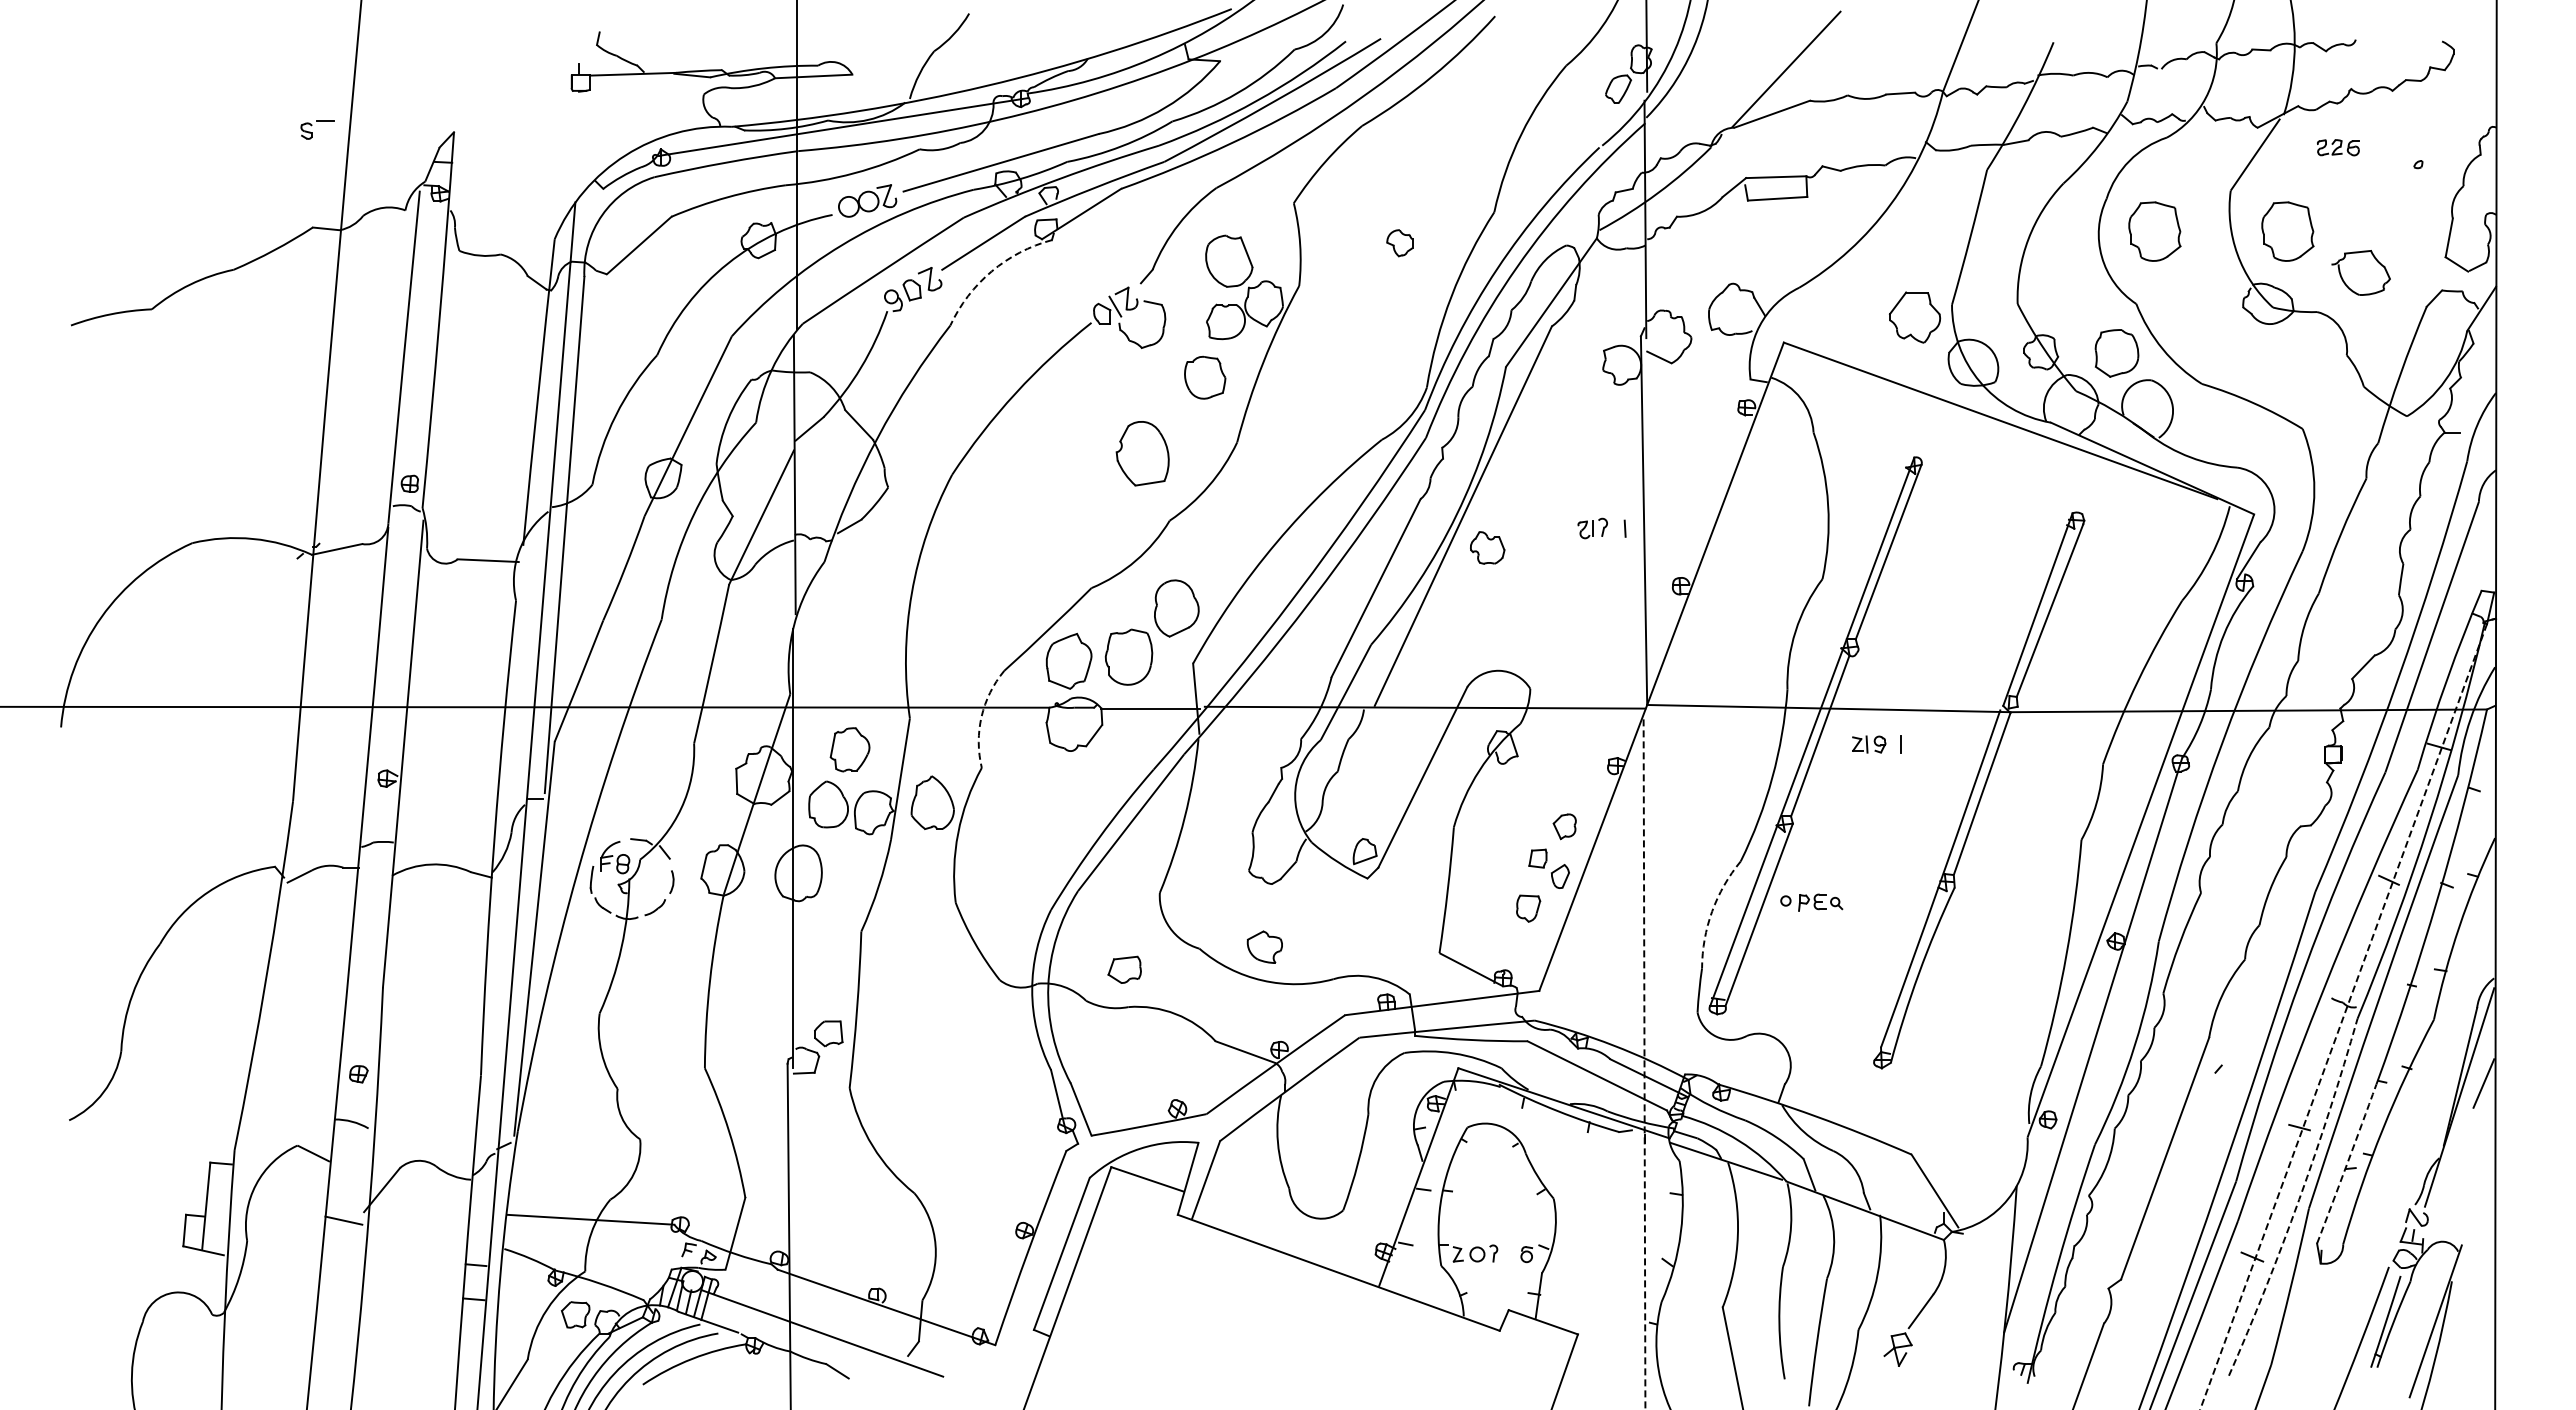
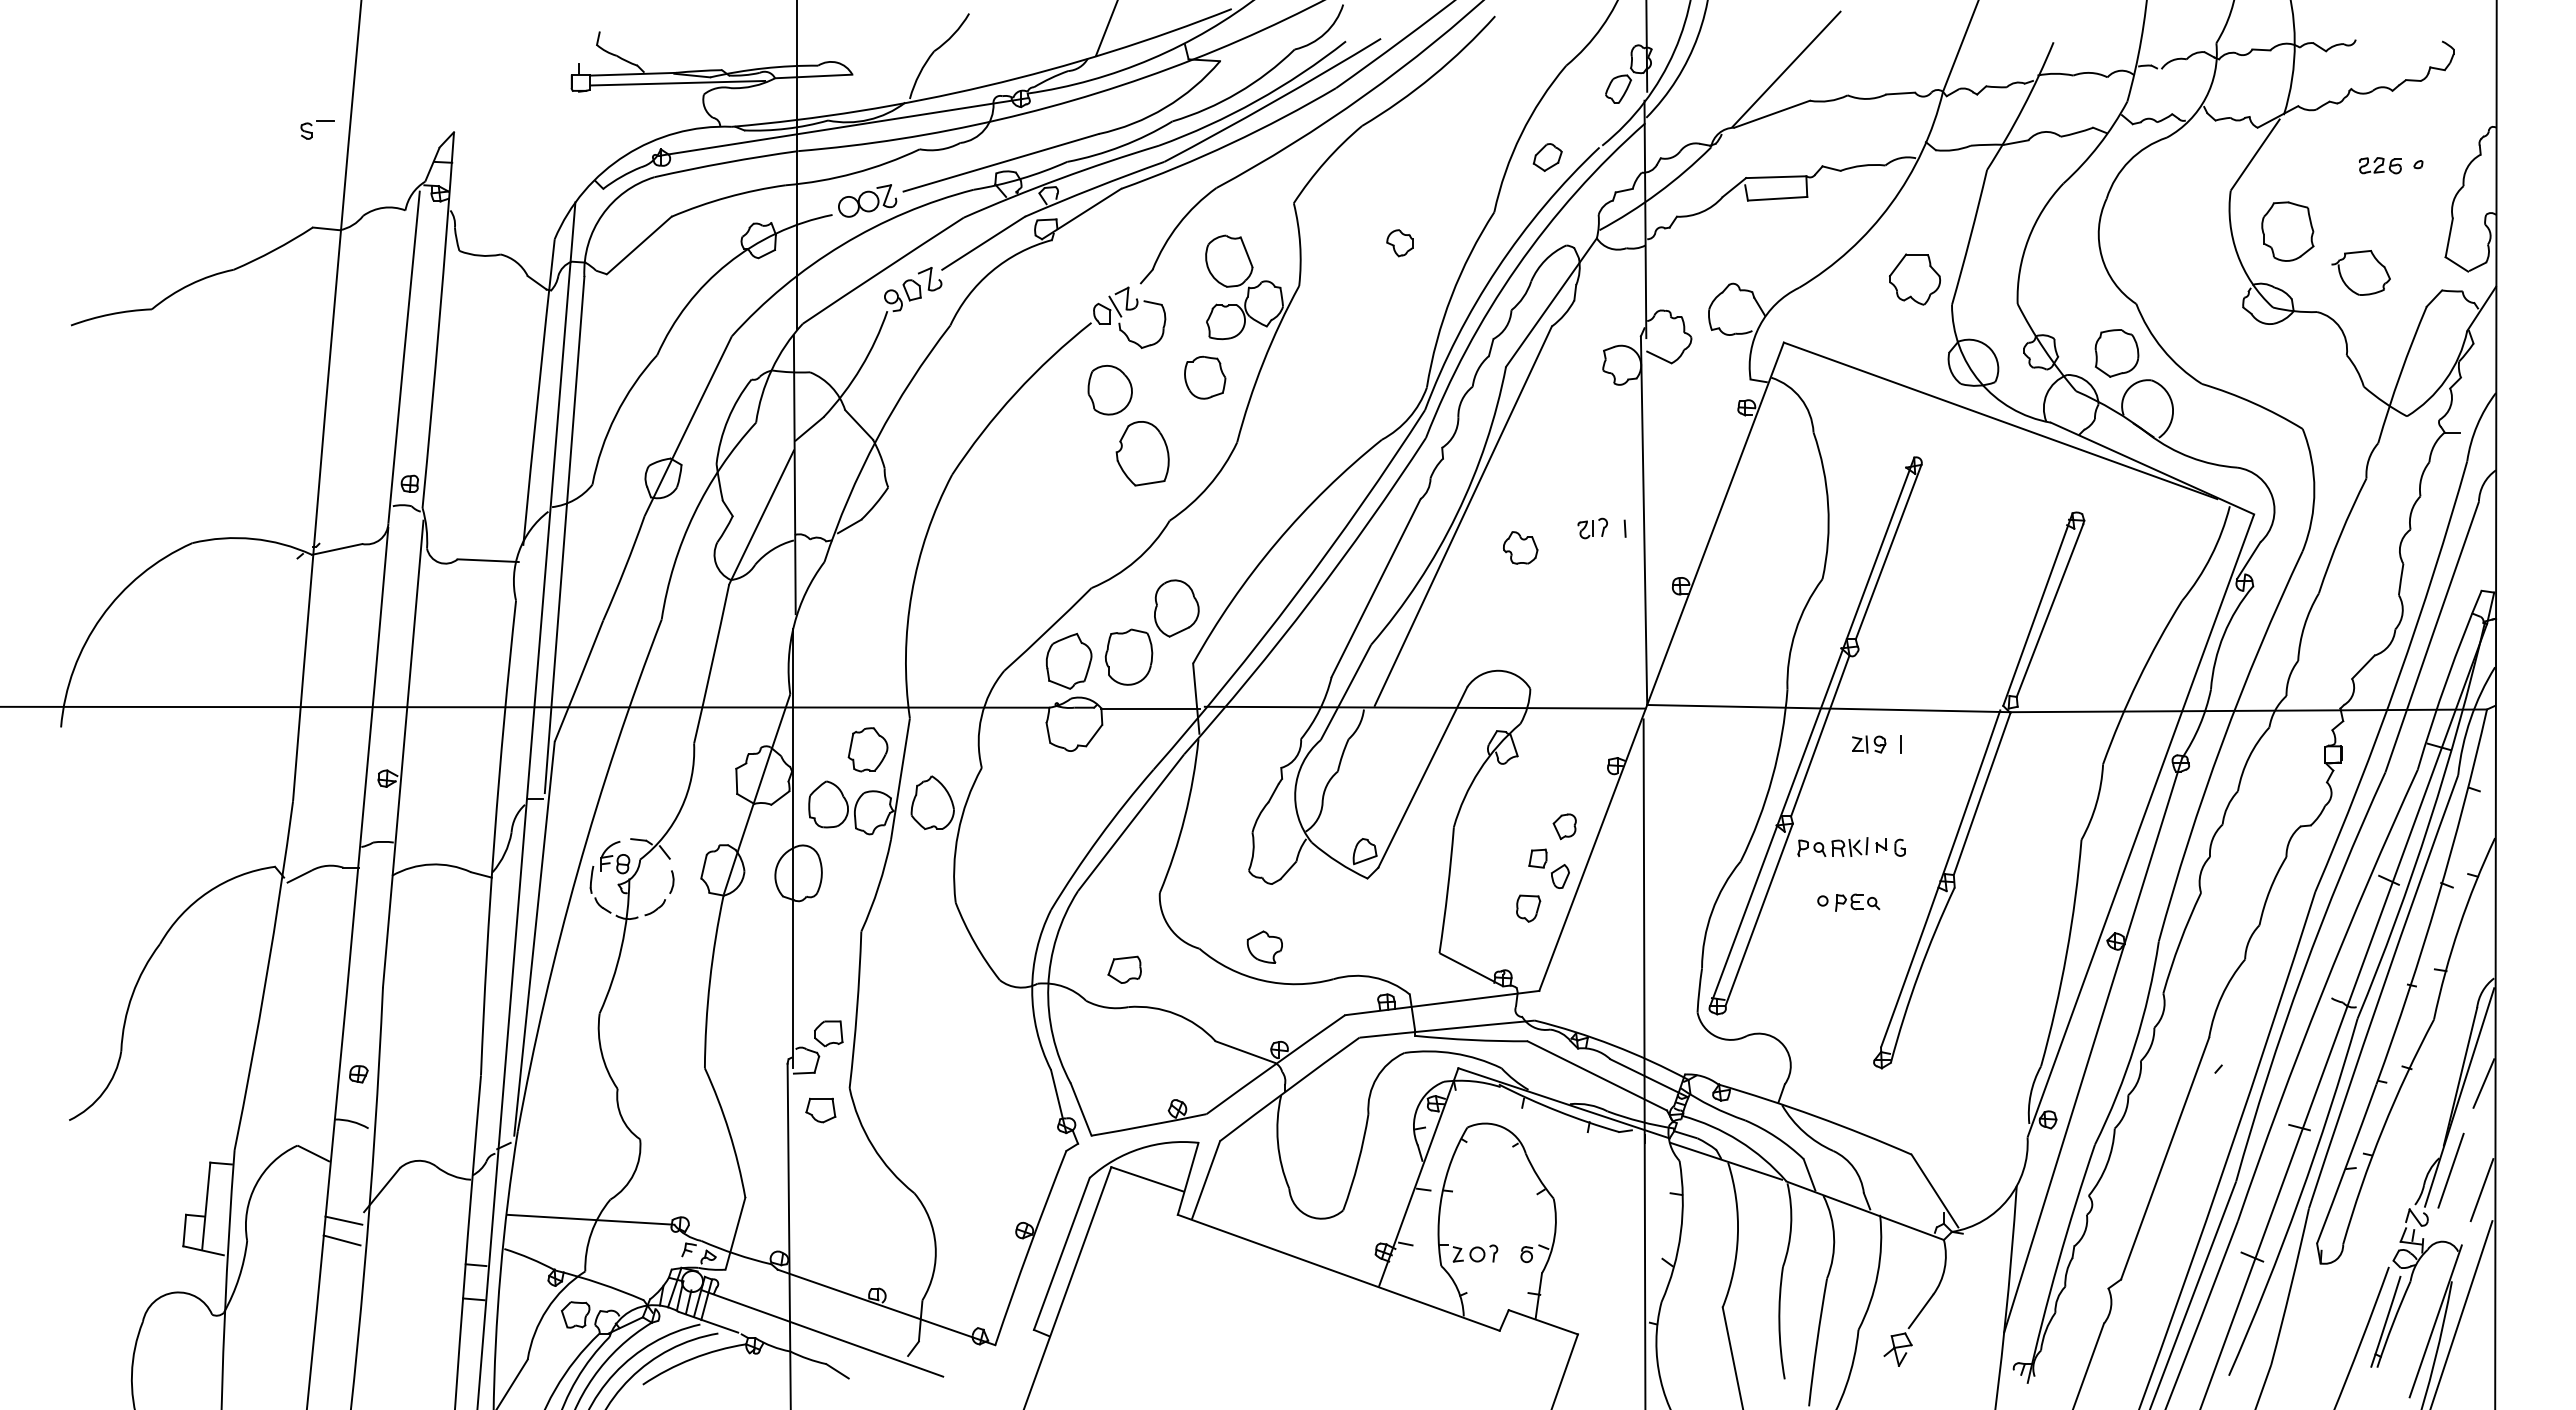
line at (1106, 28): none -> present
line at (677, 82): none -> present
part at (2338, 147) position: (2338, 147) -> (2380, 165)
part at (1547, 157): none -> present
part at (2154, 231): present -> none
arc at (991, 271): dashed -> solid
part at (1915, 317) position: (1915, 317) -> (1915, 279)
part at (1109, 390): none -> present
part at (1487, 547) position: (1487, 547) -> (1520, 547)
arc at (981, 716): dashed -> solid
part at (849, 749) position: (849, 749) -> (867, 749)
part at (1851, 846): none -> present
part at (1811, 902) position: (1811, 902) -> (1848, 902)
arc at (1712, 911): dashed -> solid
line at (2343, 1016): dashed -> solid
line at (1644, 1064): dashed -> solid
part at (820, 1110): none -> present
arc at (2347, 1164): dashed -> solid
line at (2450, 1170): none -> present
line at (2481, 1190): none -> present
arc at (2299, 1199): dashed -> solid
line at (341, 1240): none -> present
line at (2461, 1313): none -> present
